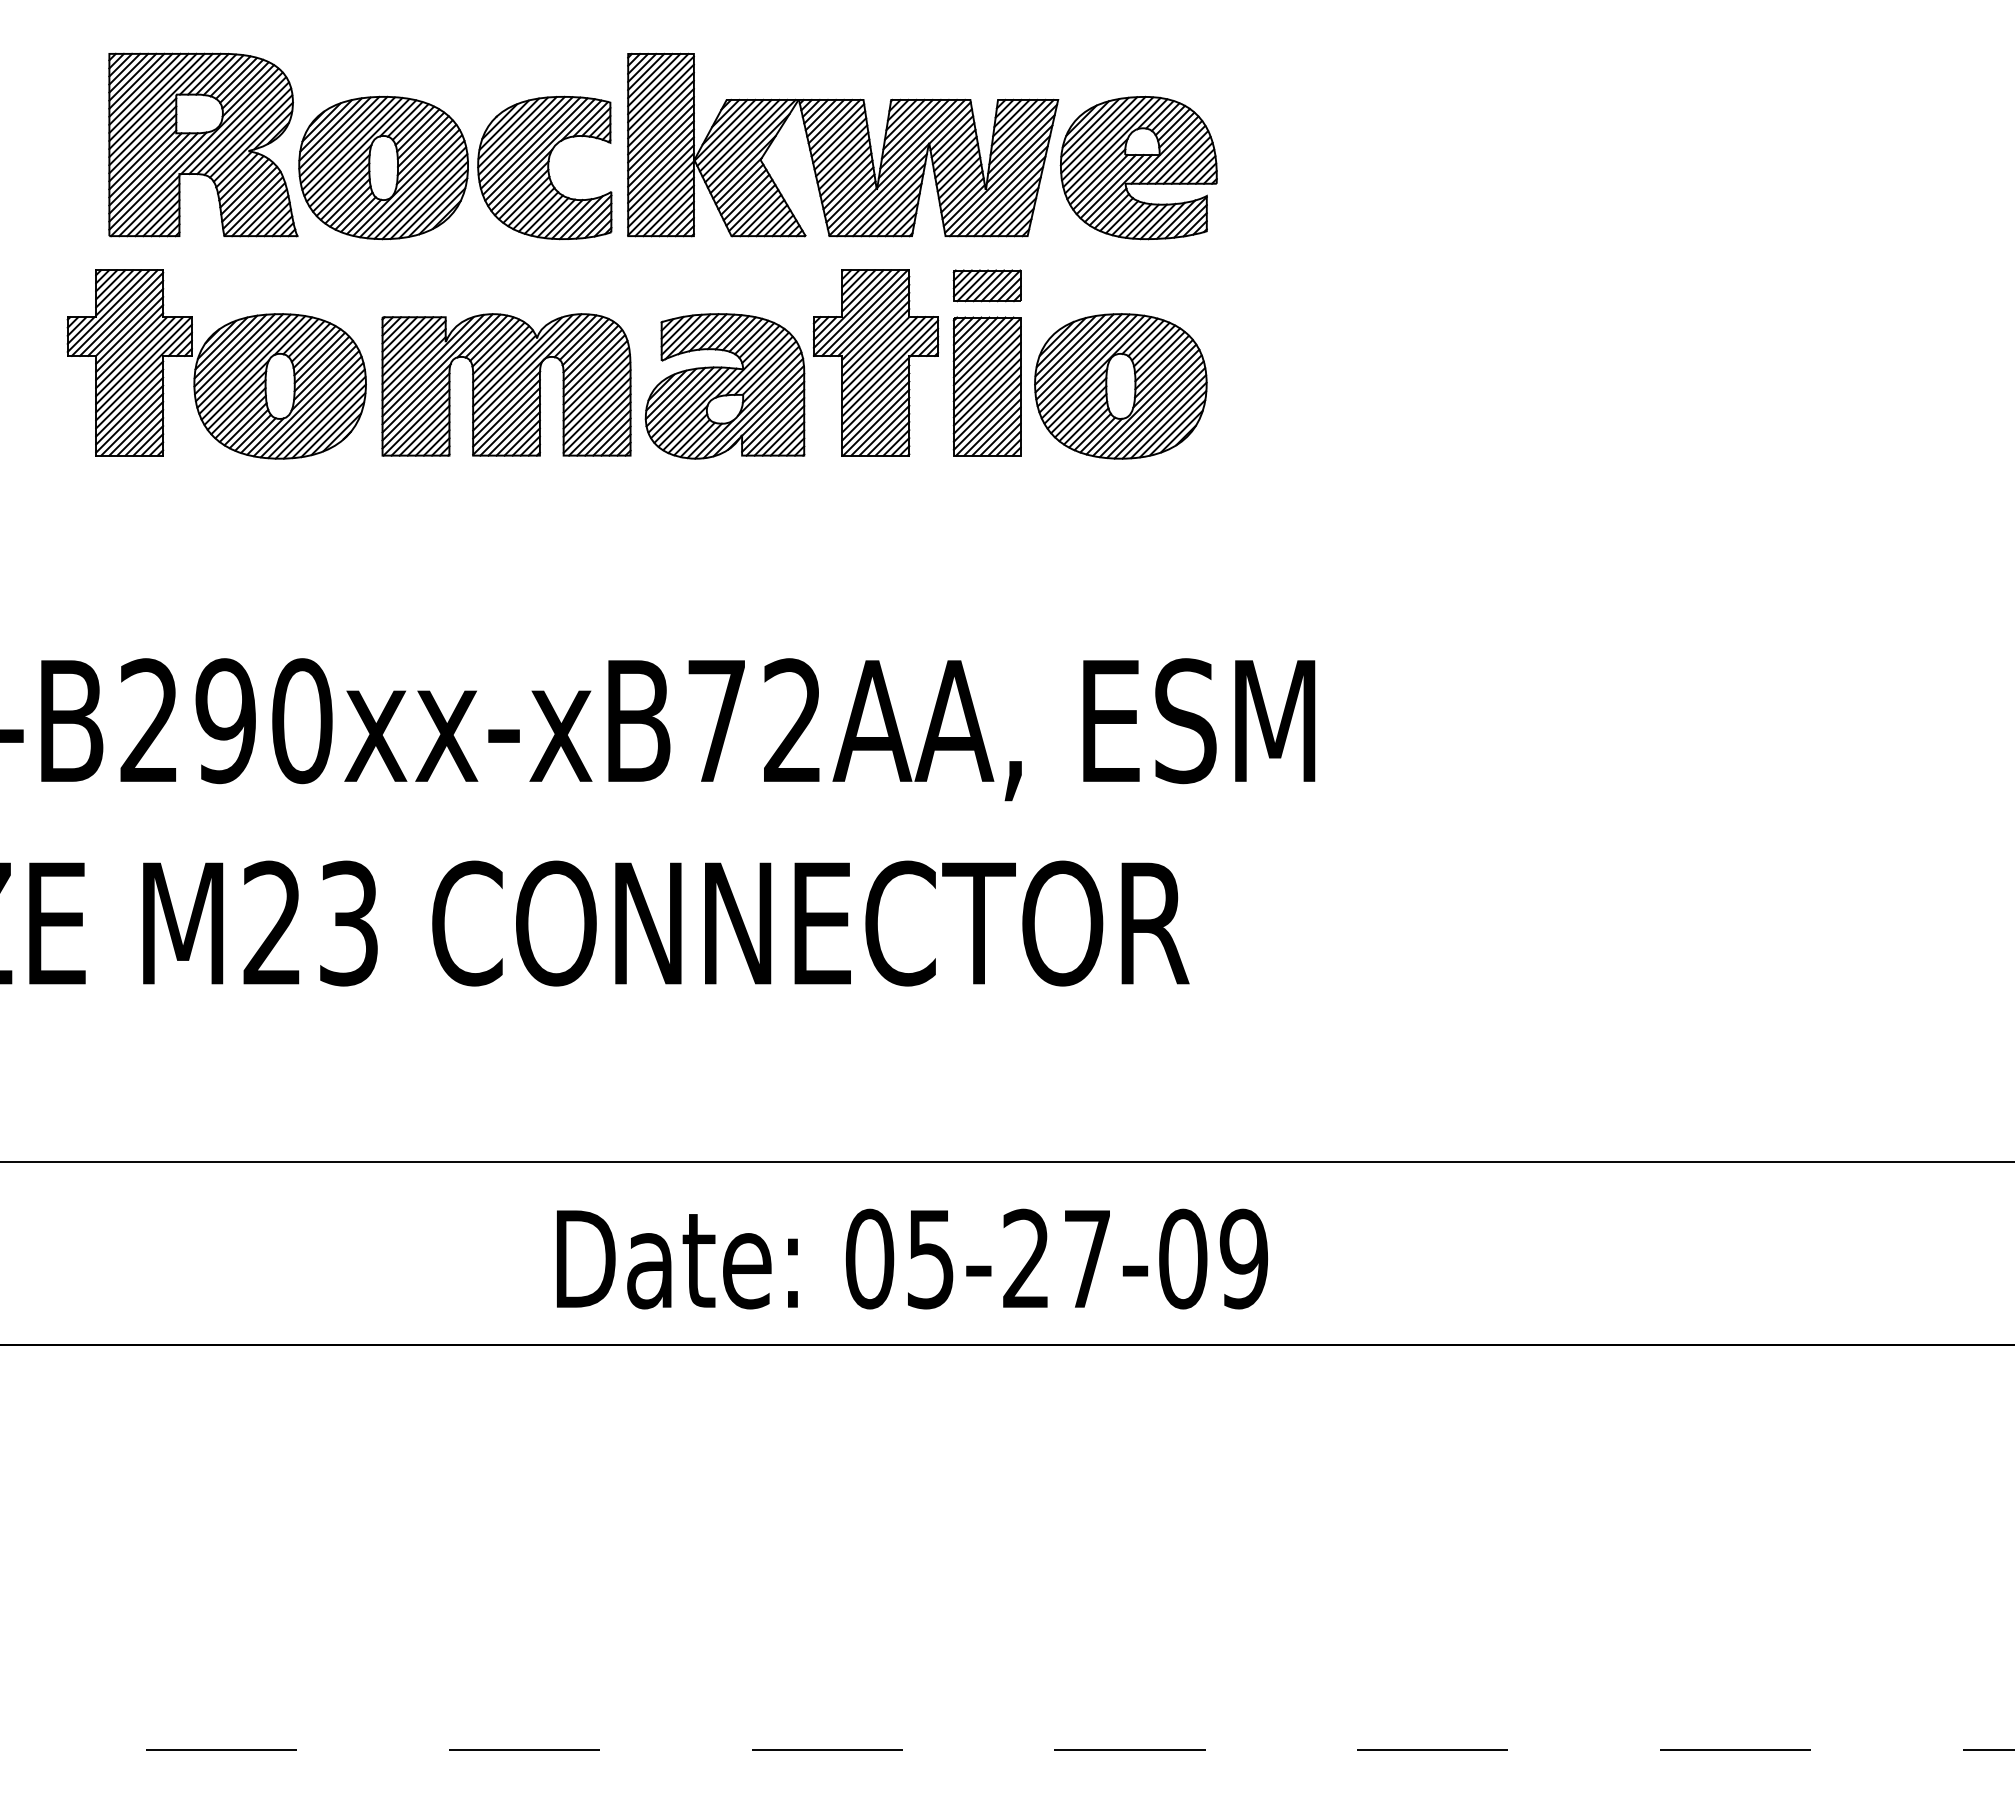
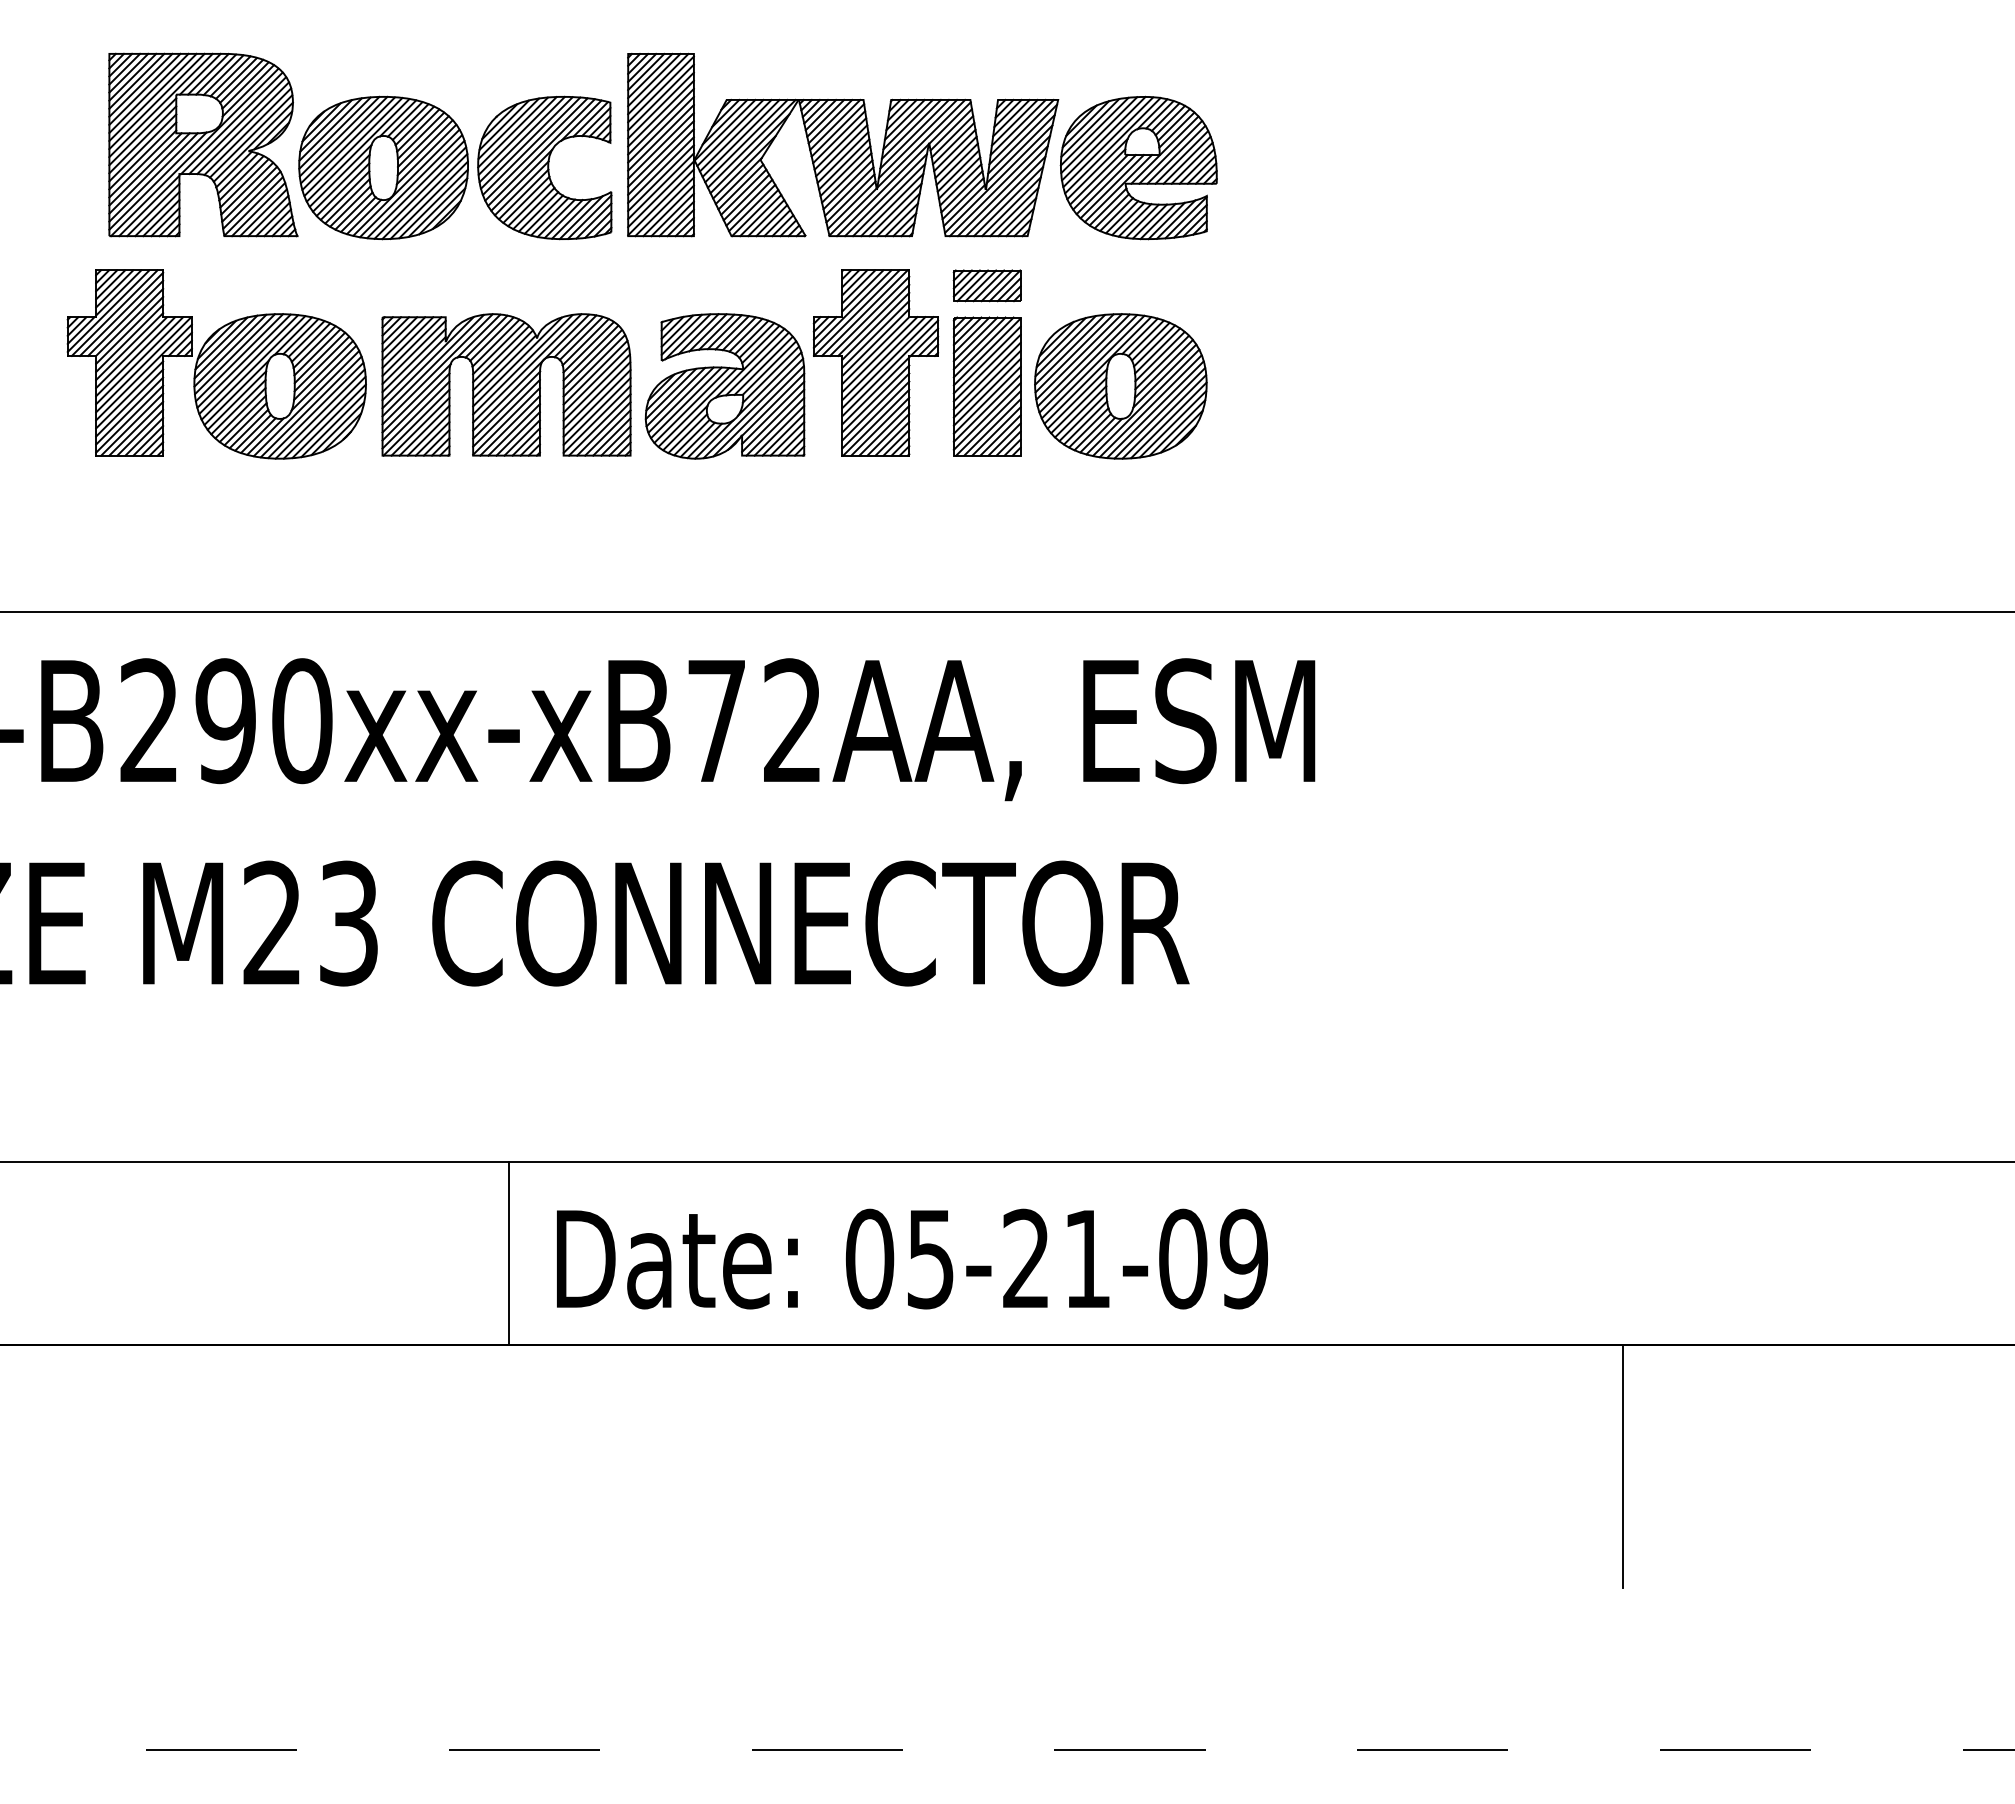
line at (1006, 611): none -> present
line at (508, 1253): none -> present
text at (1087, 1258): 05-27-09 -> 05-21-09
line at (1622, 1466): none -> present
